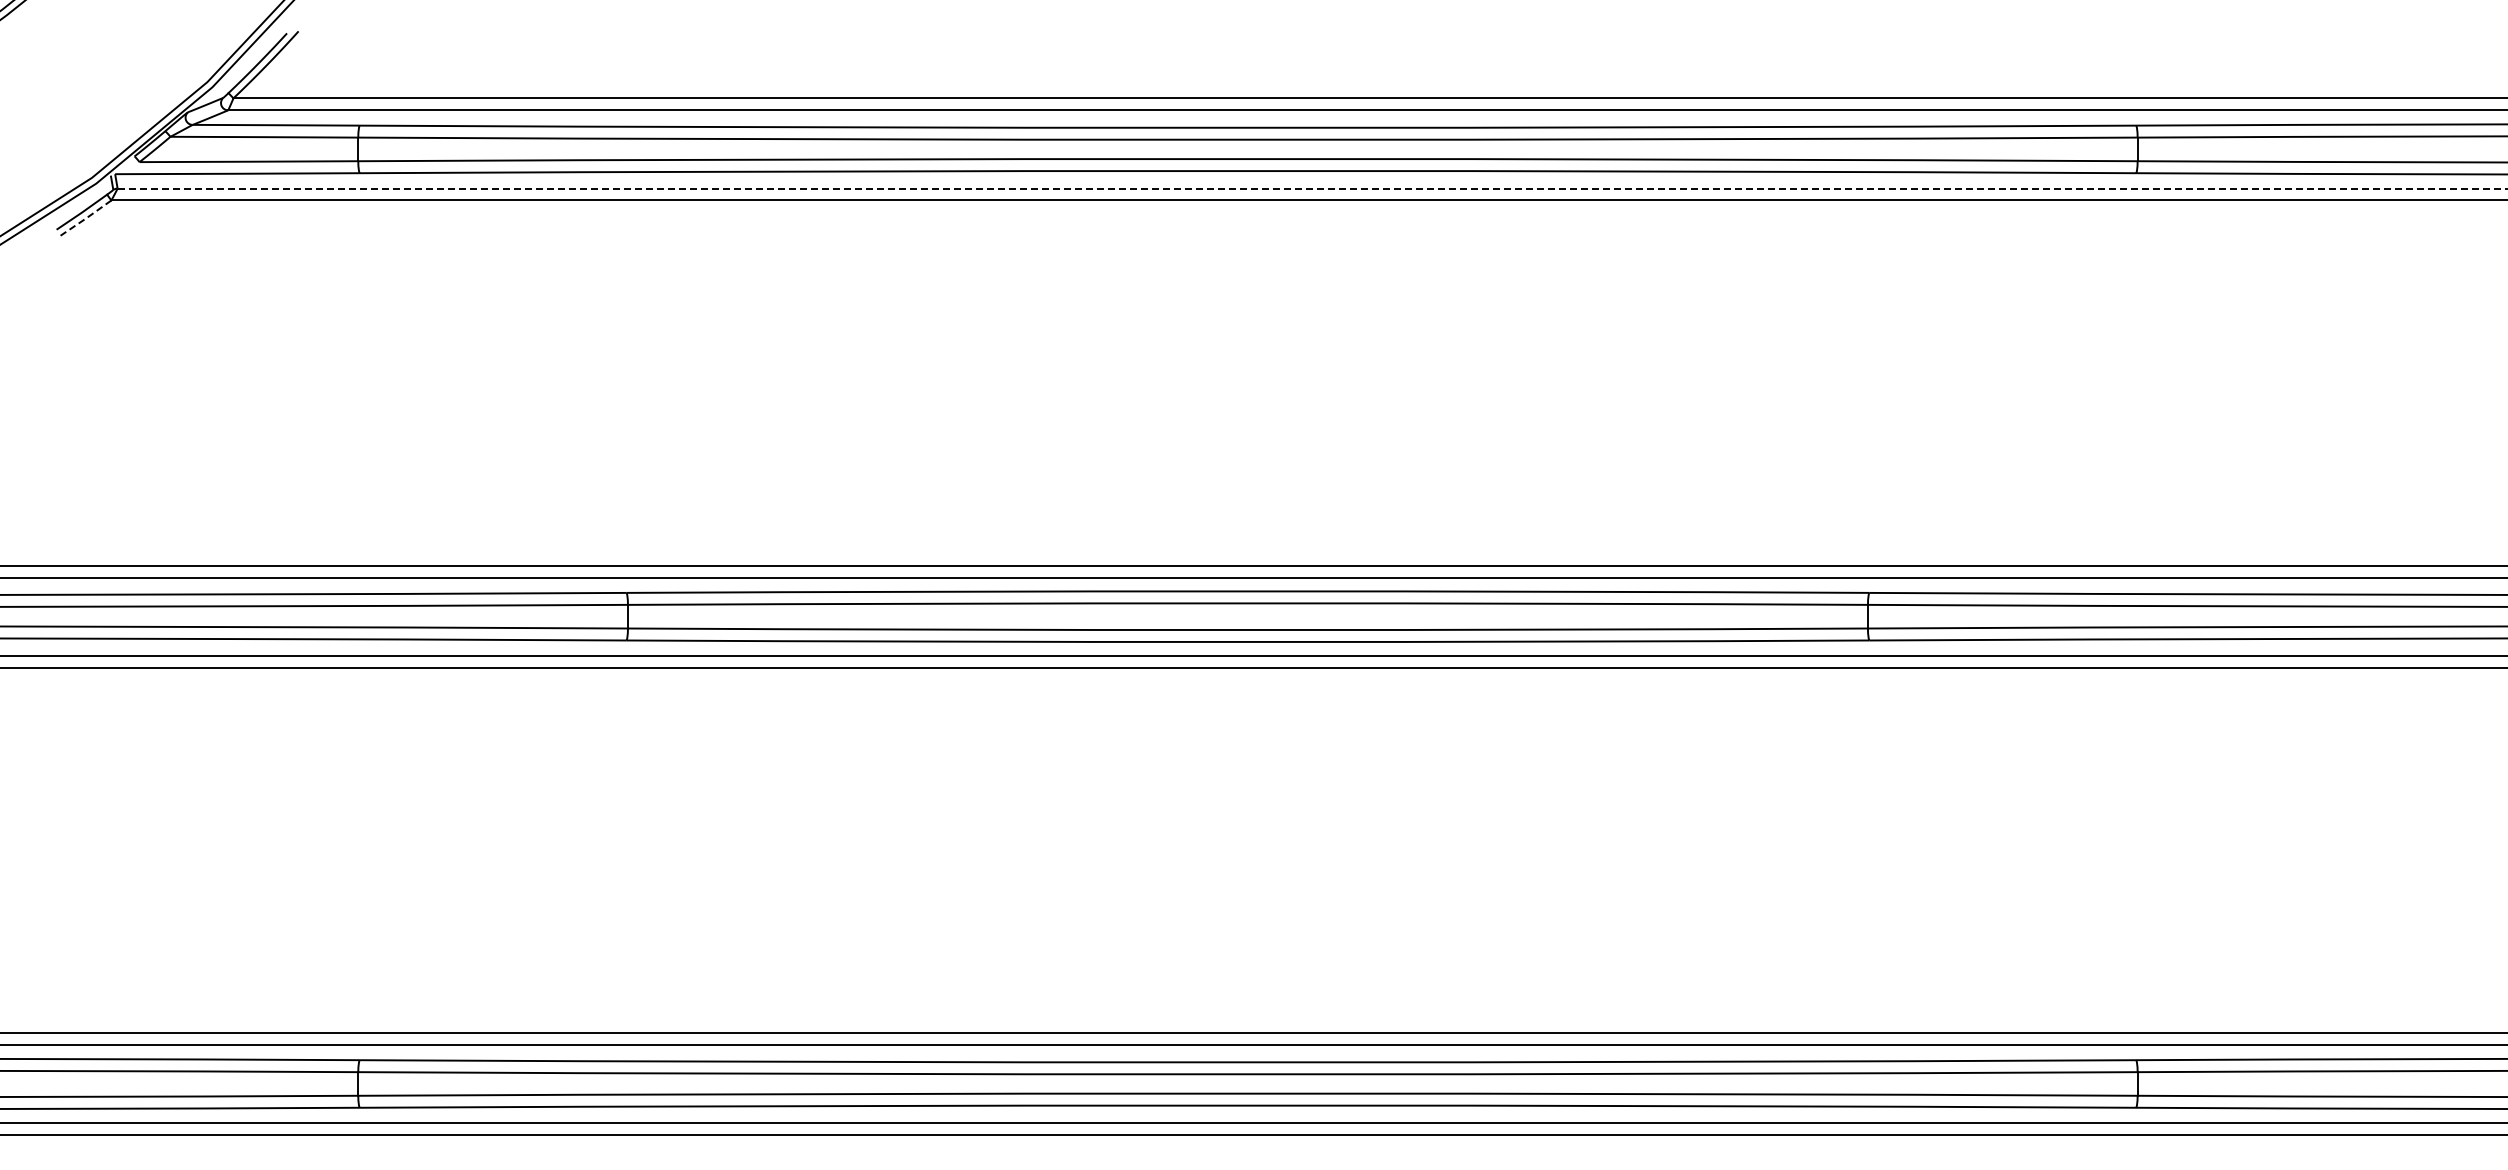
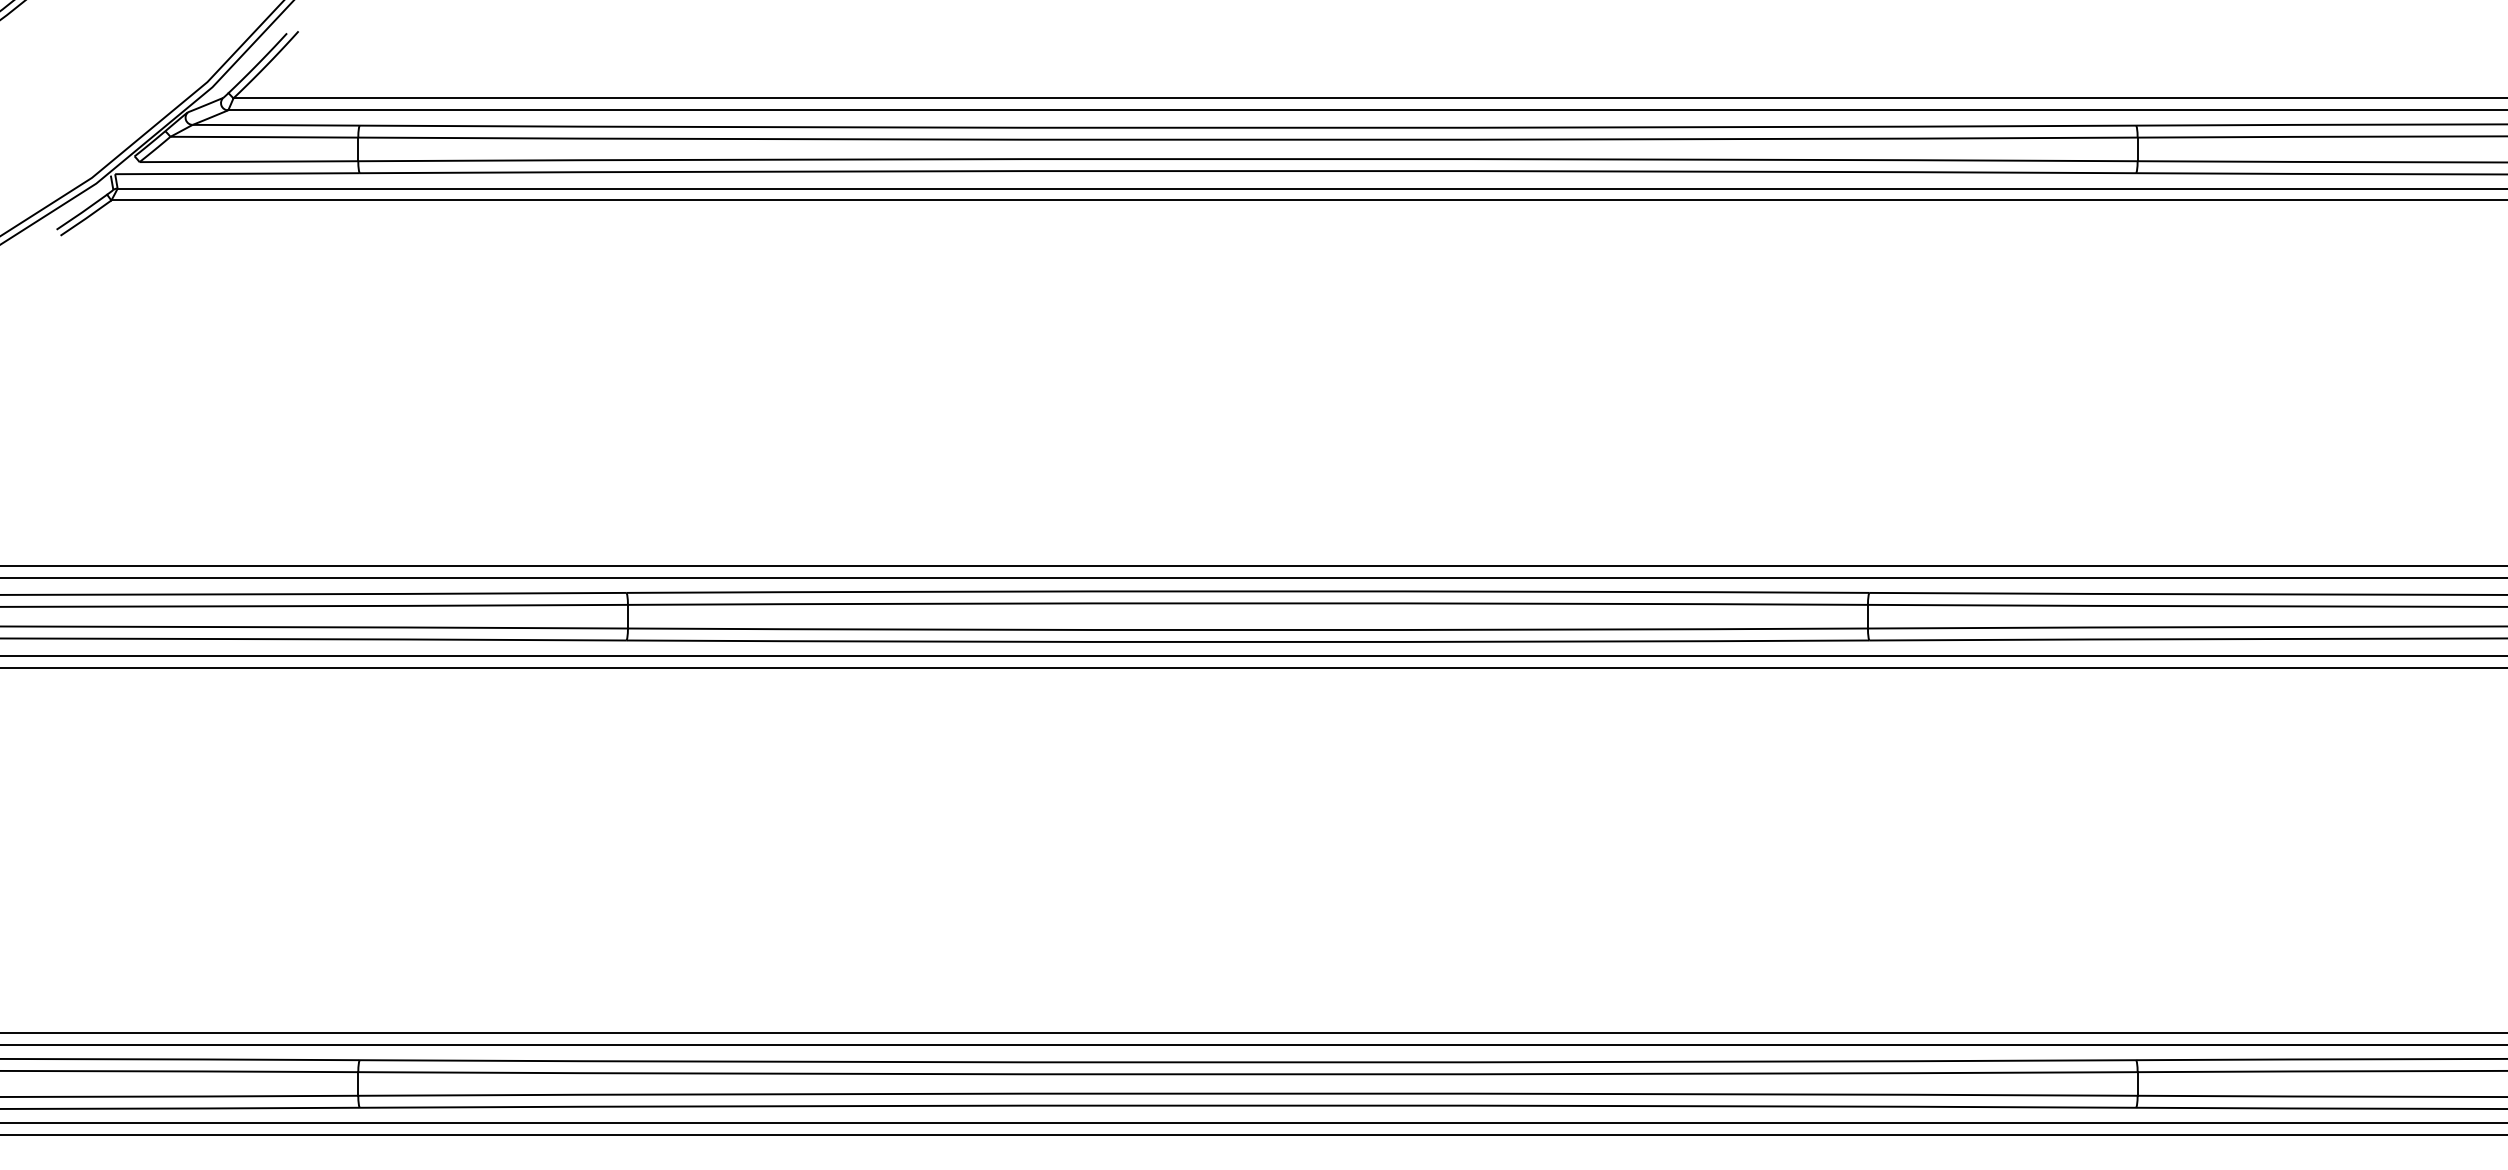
line at (1312, 188): dashed -> solid
line at (86, 218): dashed -> solid
